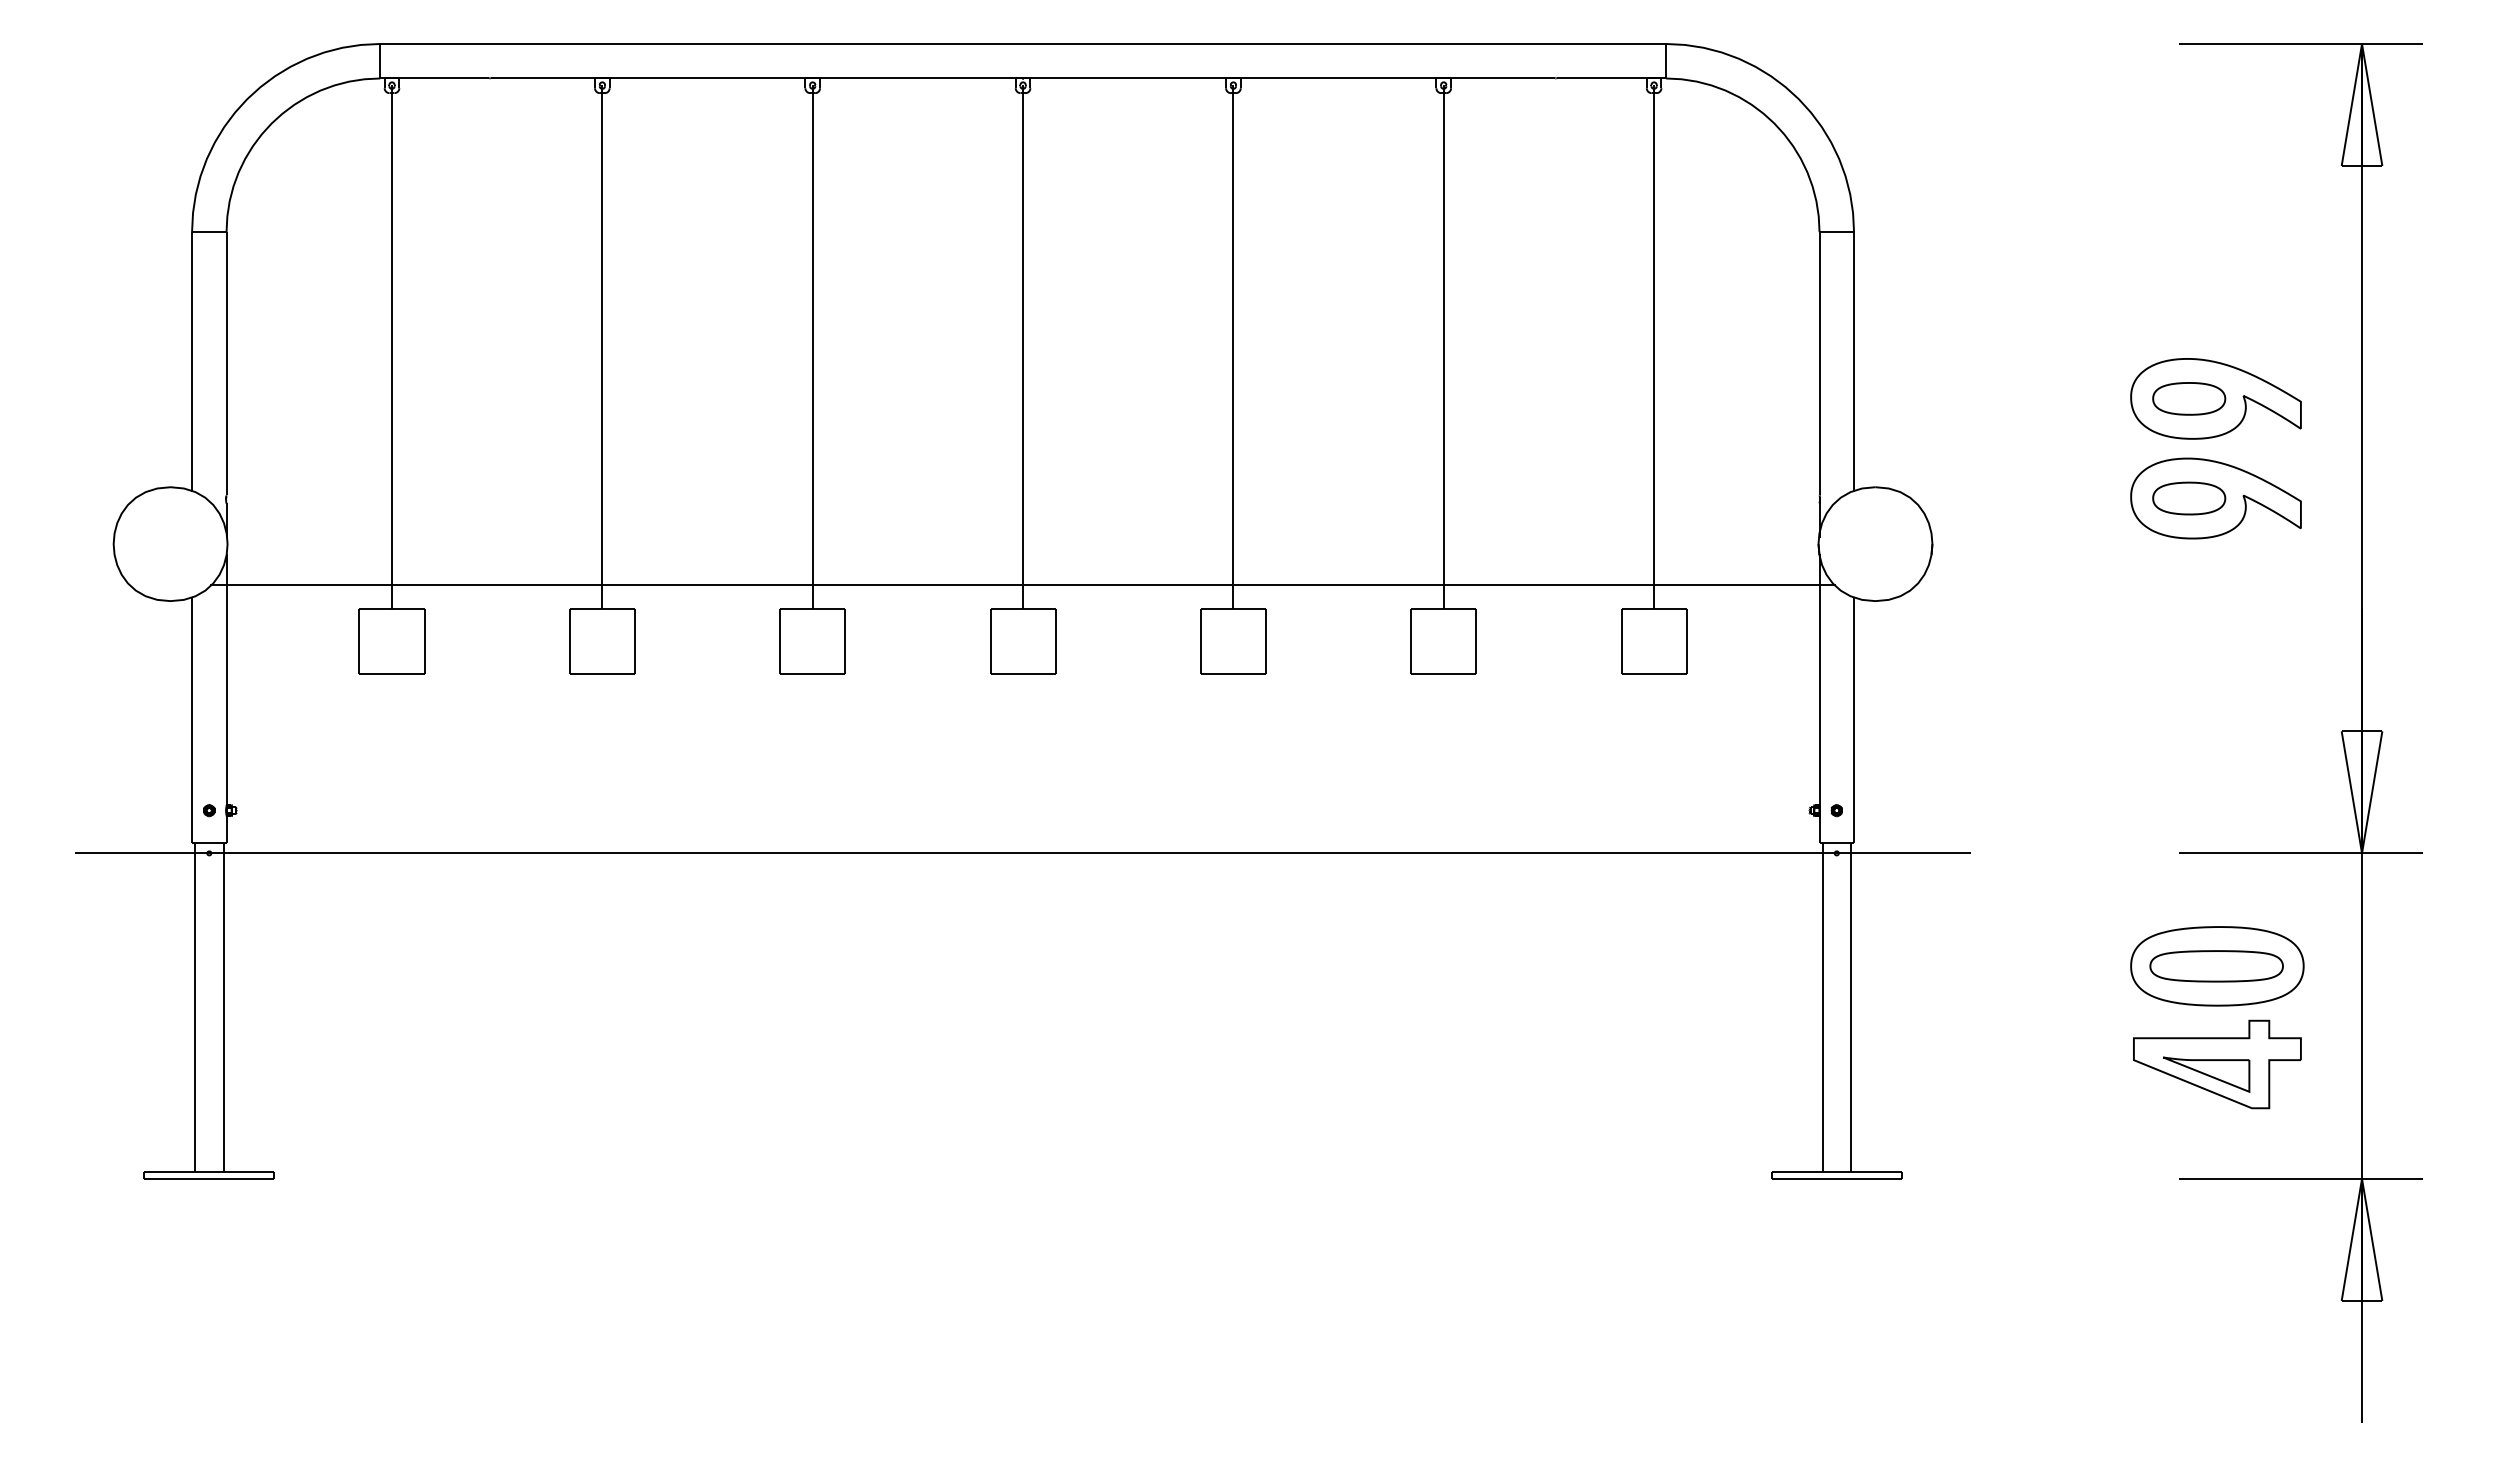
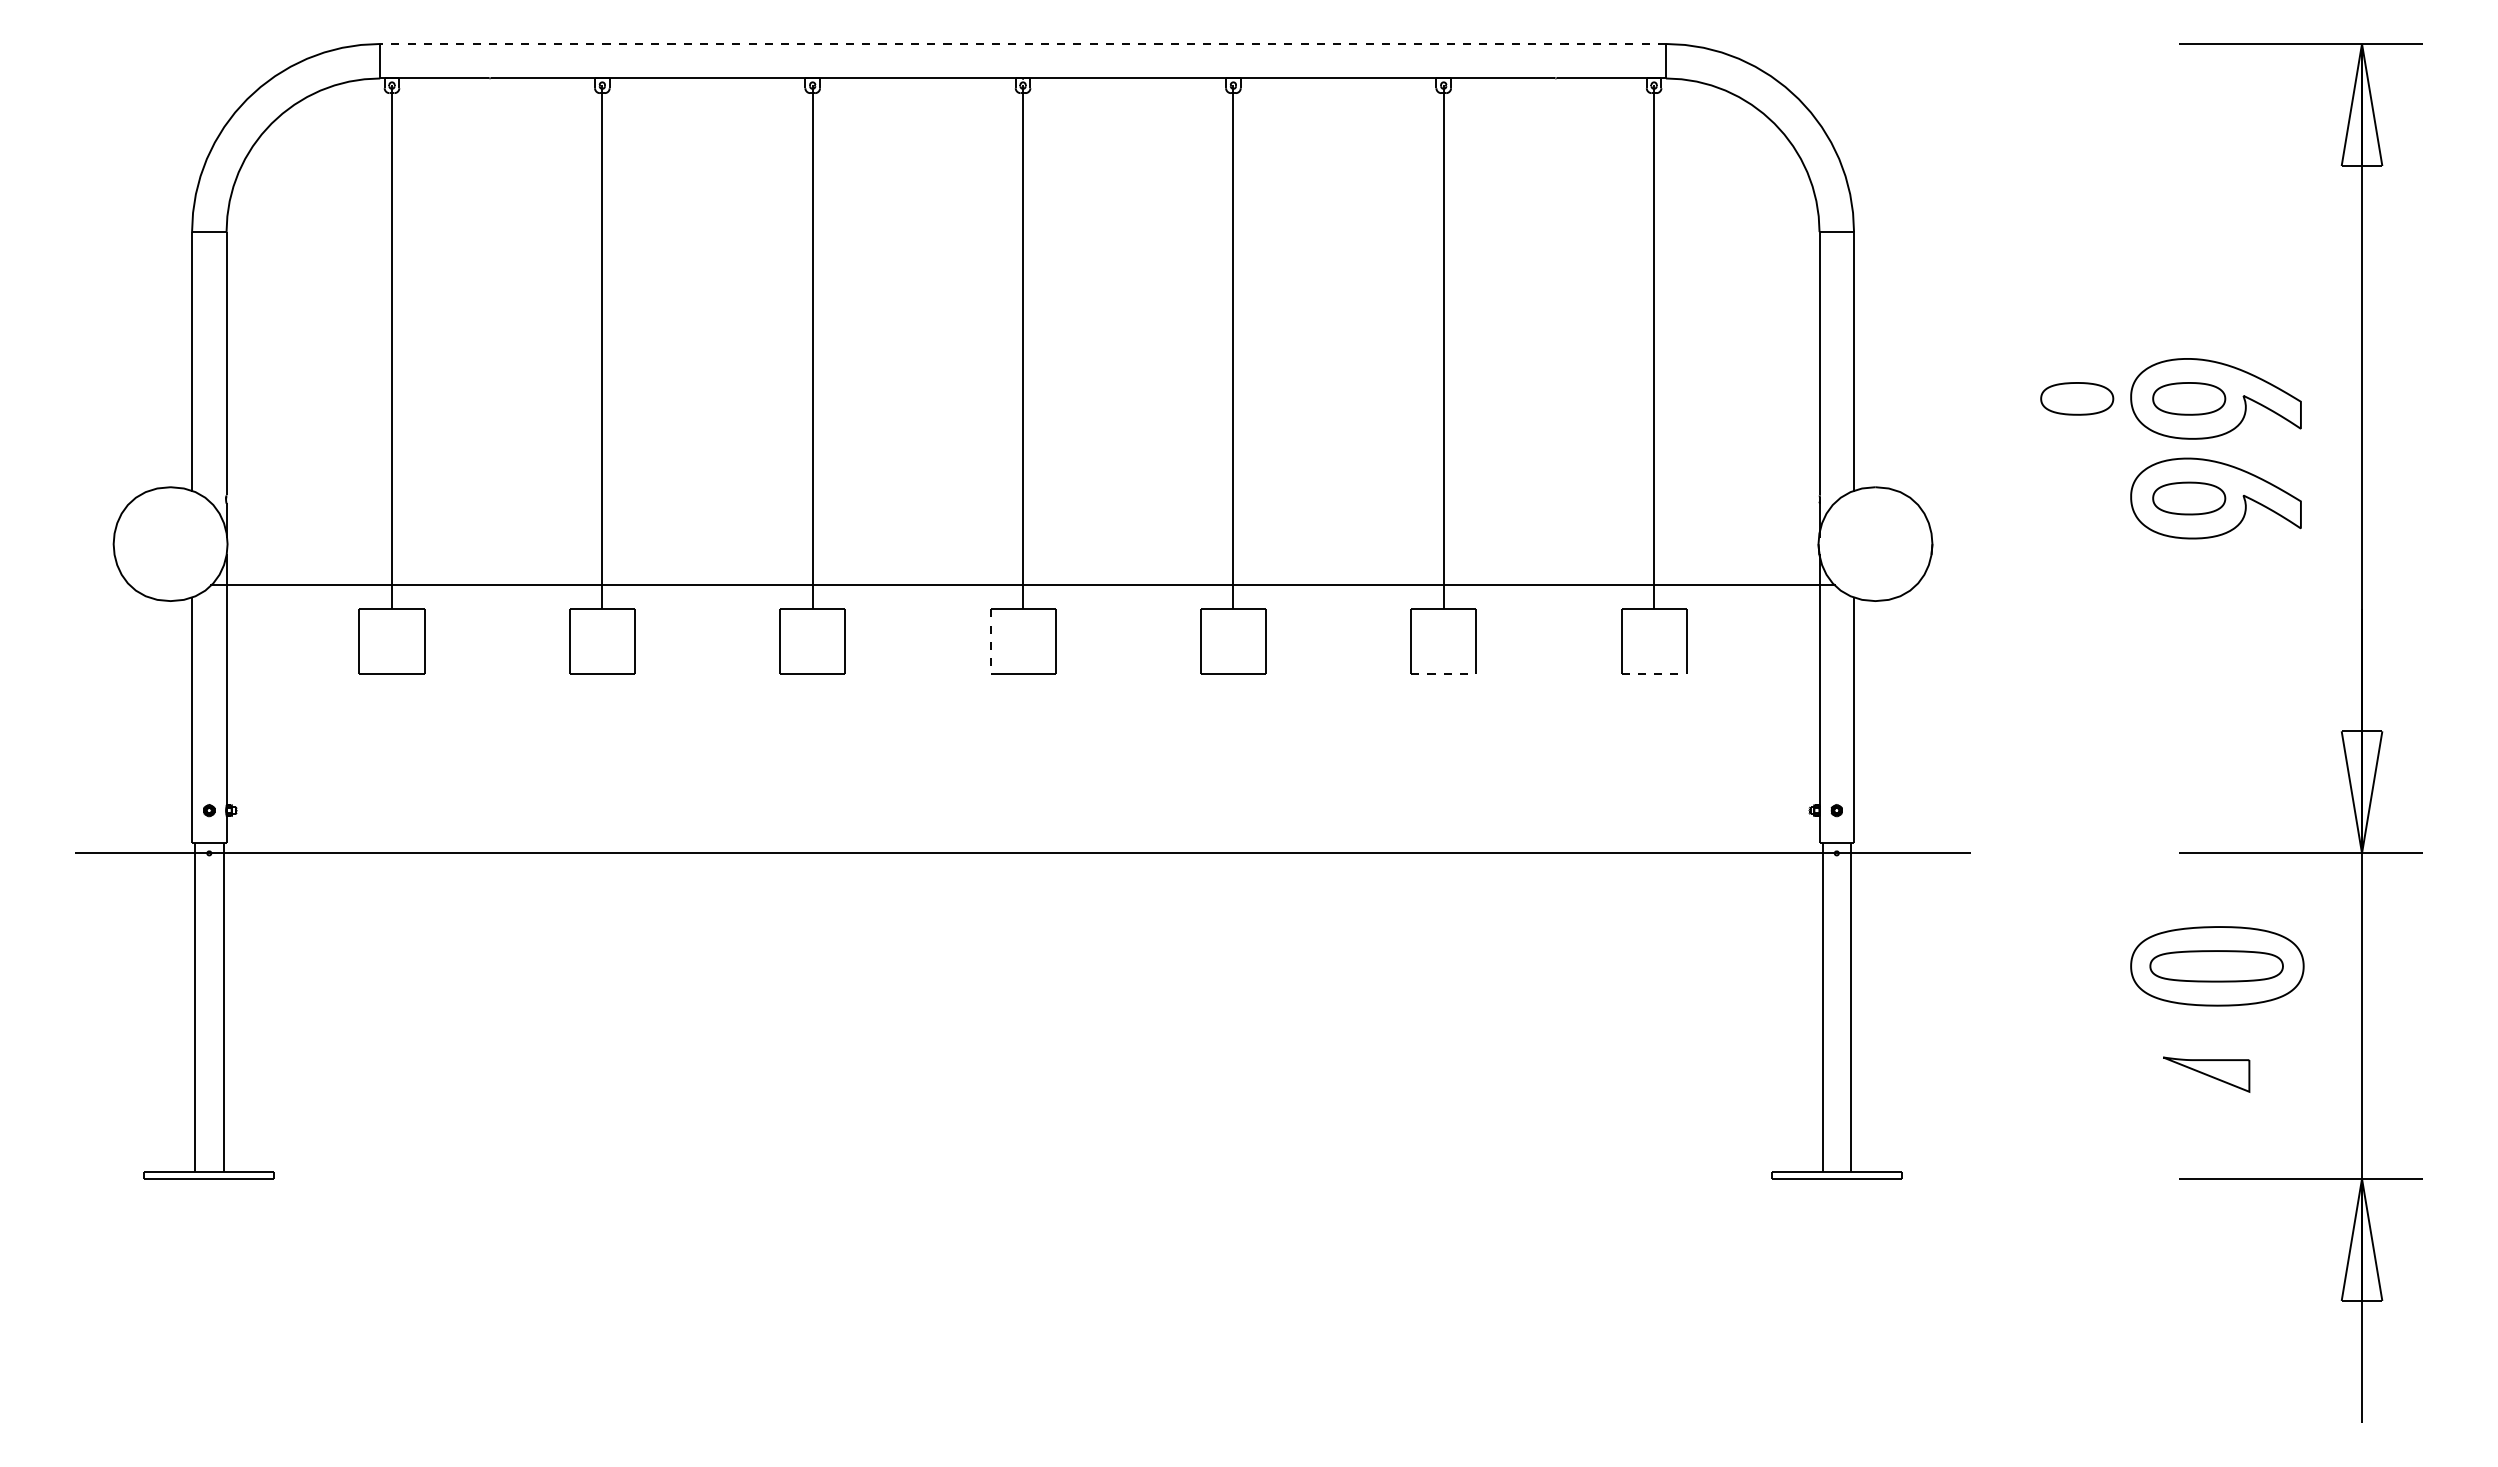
line at (1023, 43): solid -> dashed
part at (2077, 398): none -> present
line at (990, 641): solid -> dashed
line at (1443, 674): solid -> dashed
line at (1654, 674): solid -> dashed
part at (2217, 1064): present -> none
